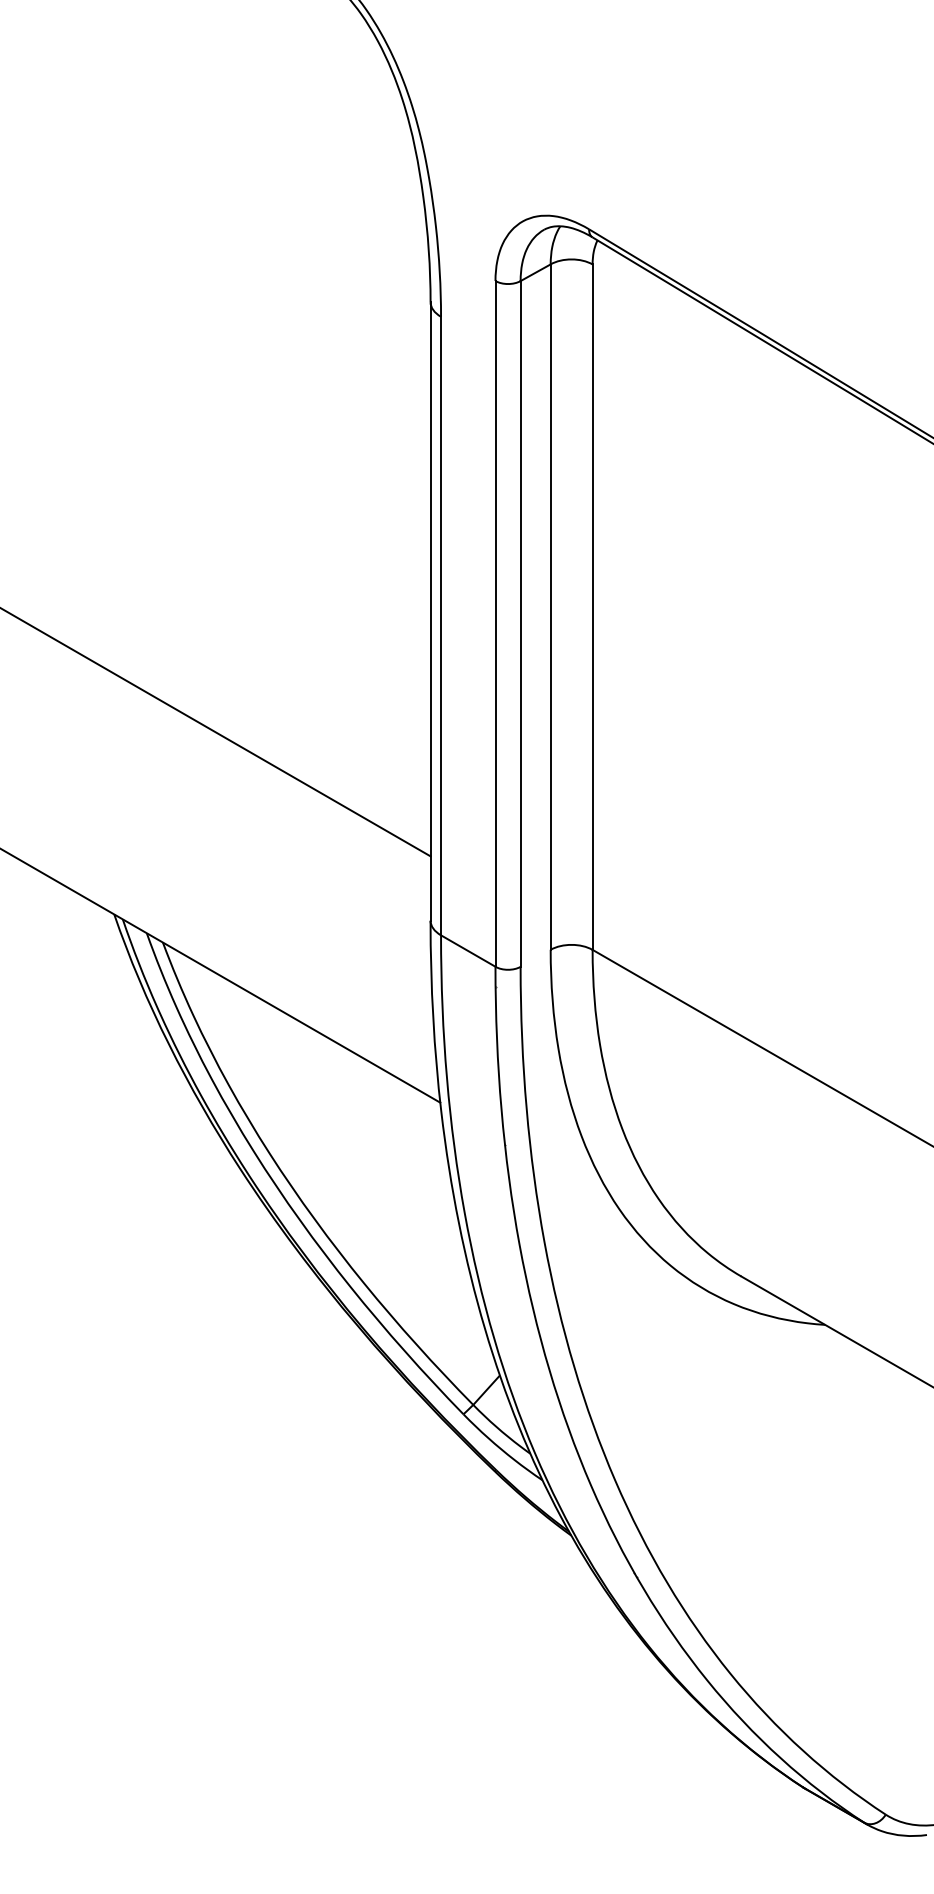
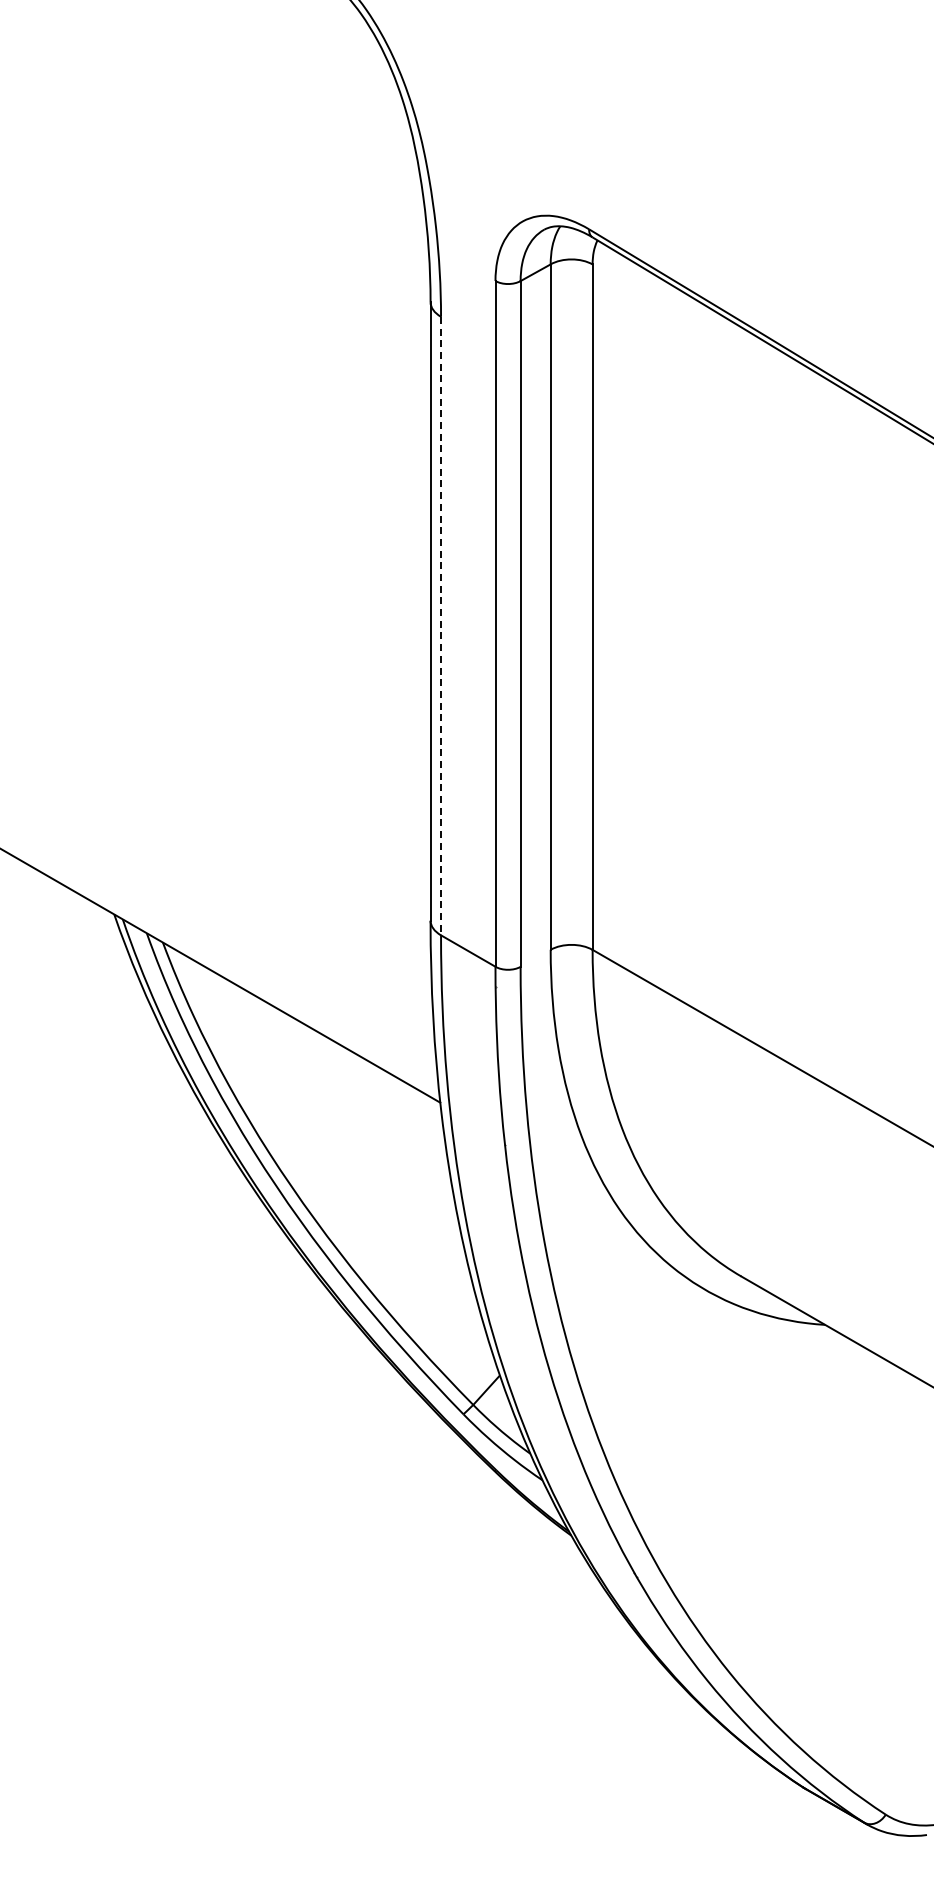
line at (441, 626): solid -> dashed
line at (216, 732): present -> none
